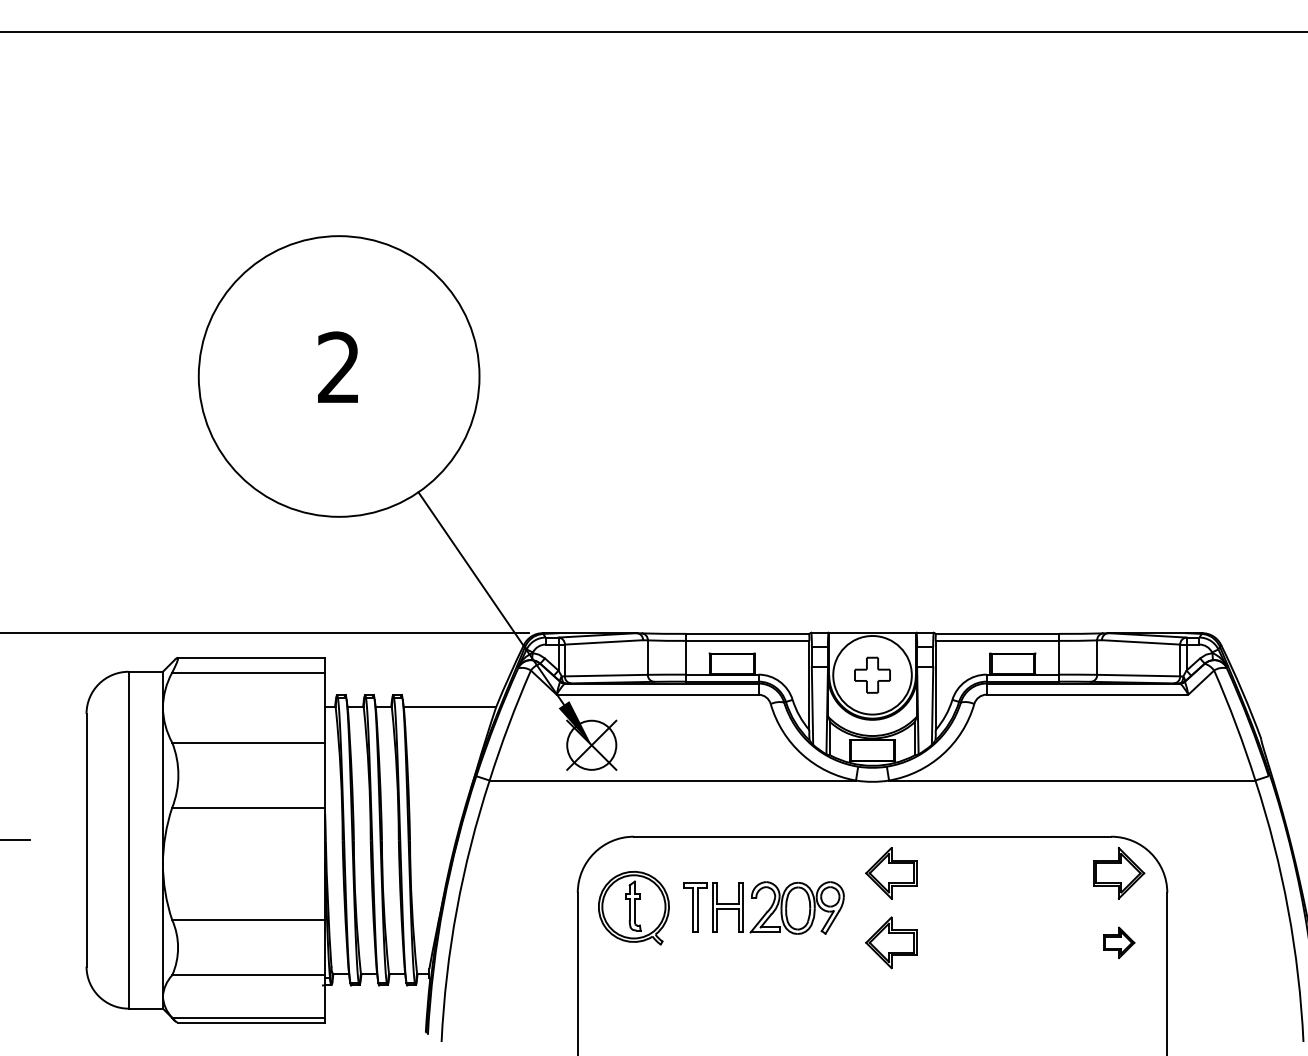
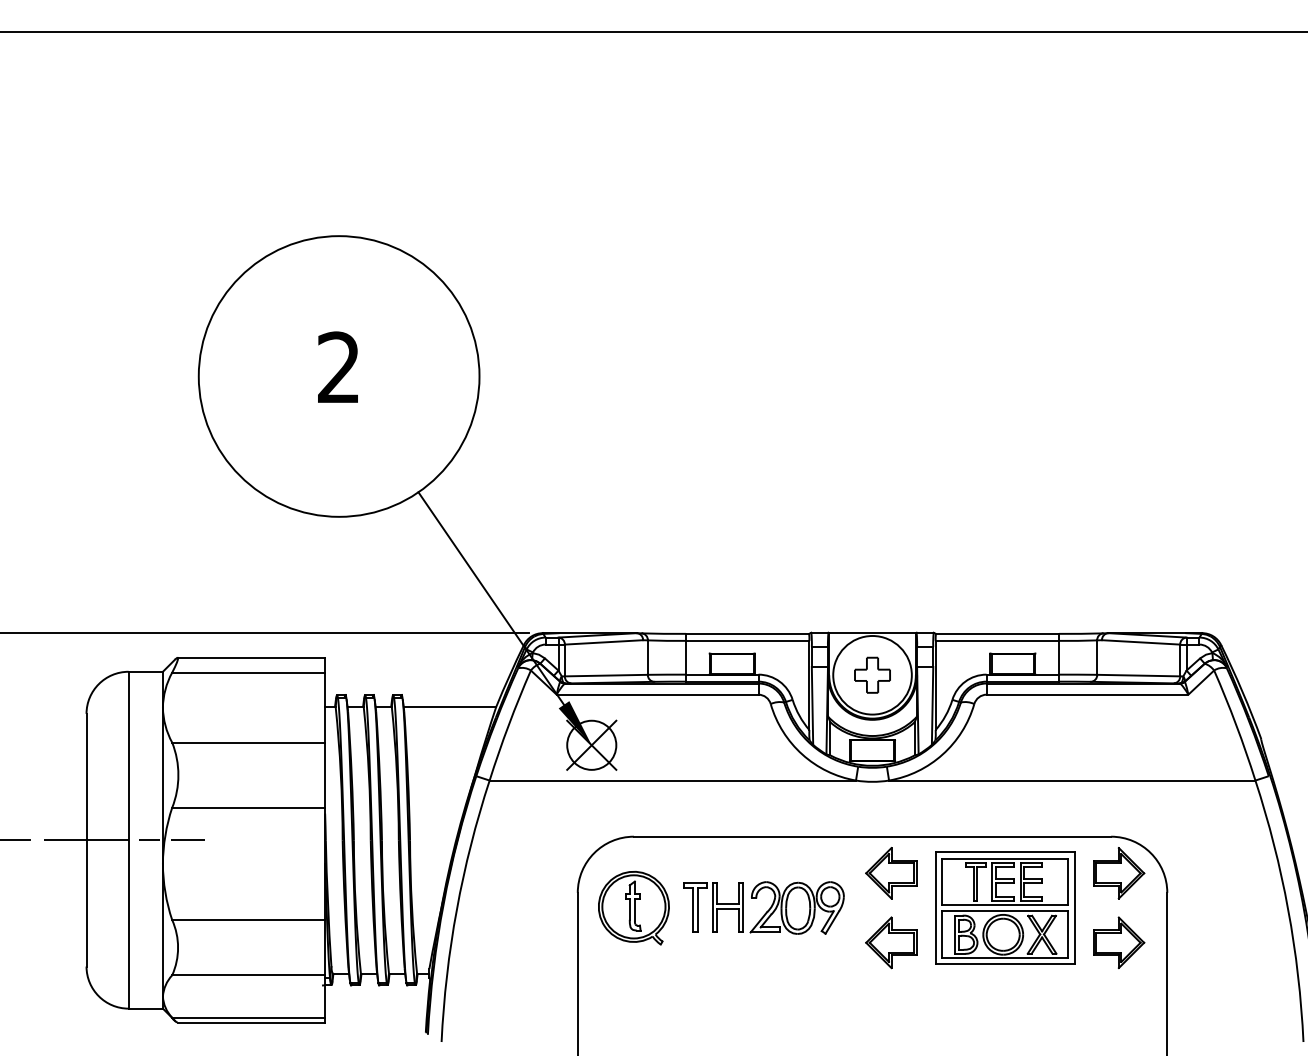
line at (124, 840): none -> present
part at (1005, 907): none -> present
part at (1119, 942) size: 33x34 px -> 53x54 px
